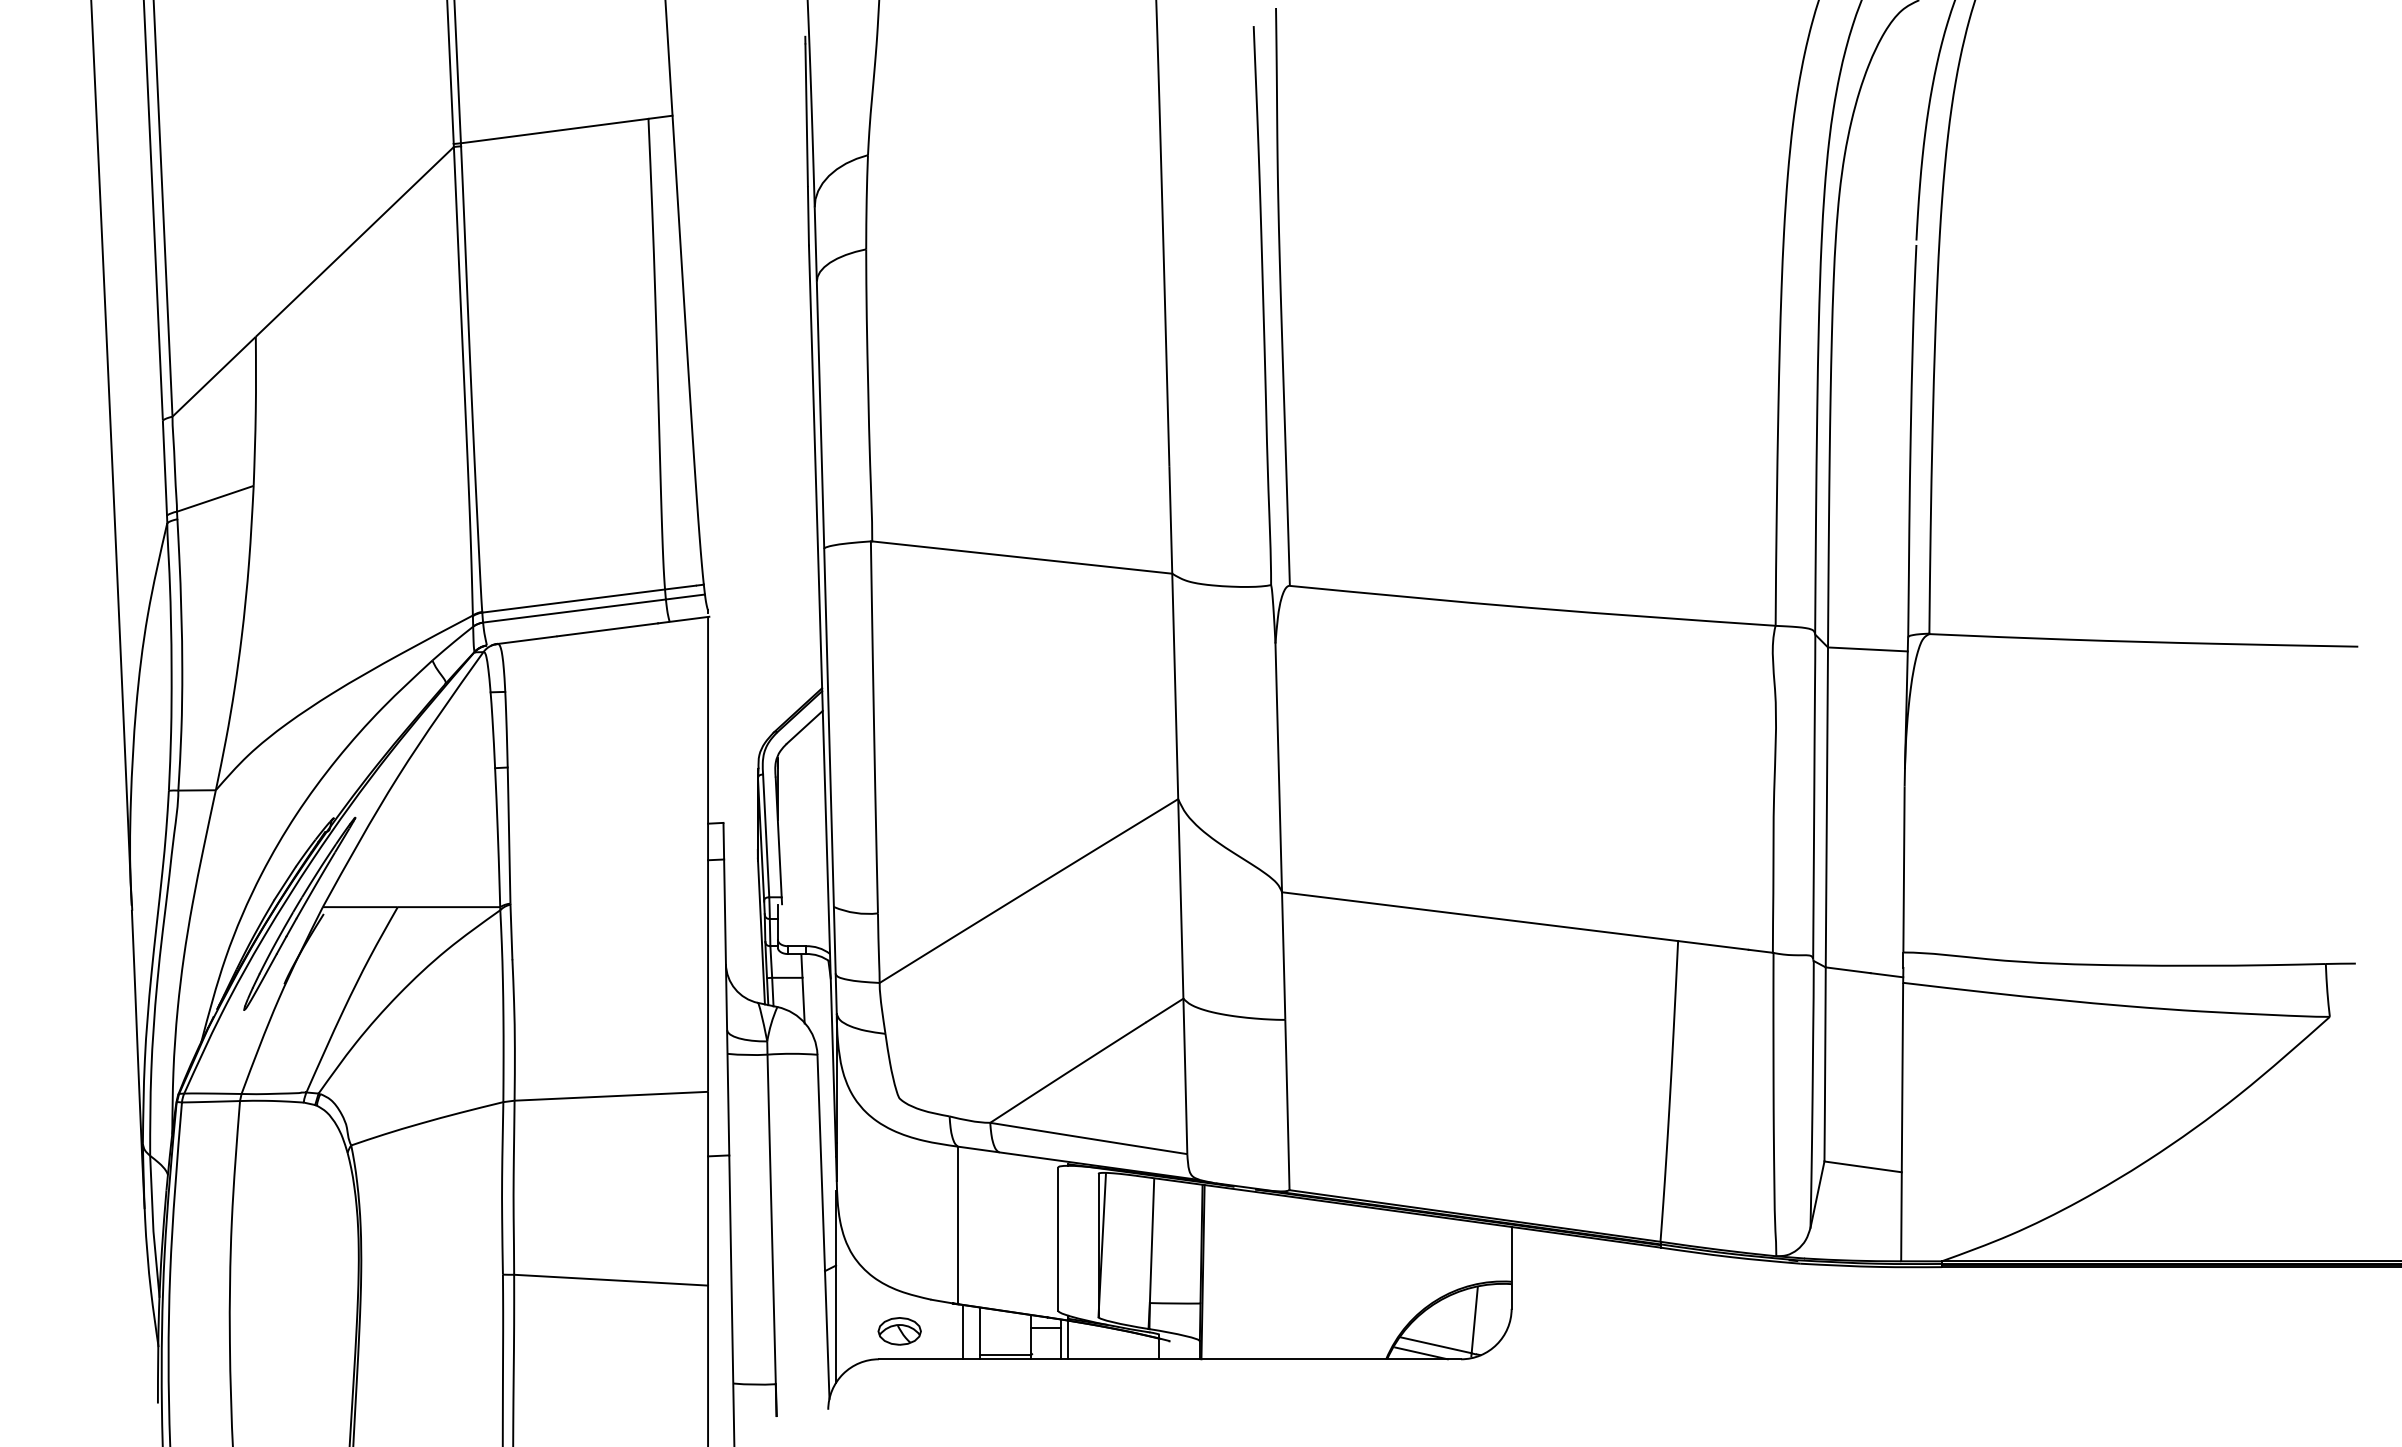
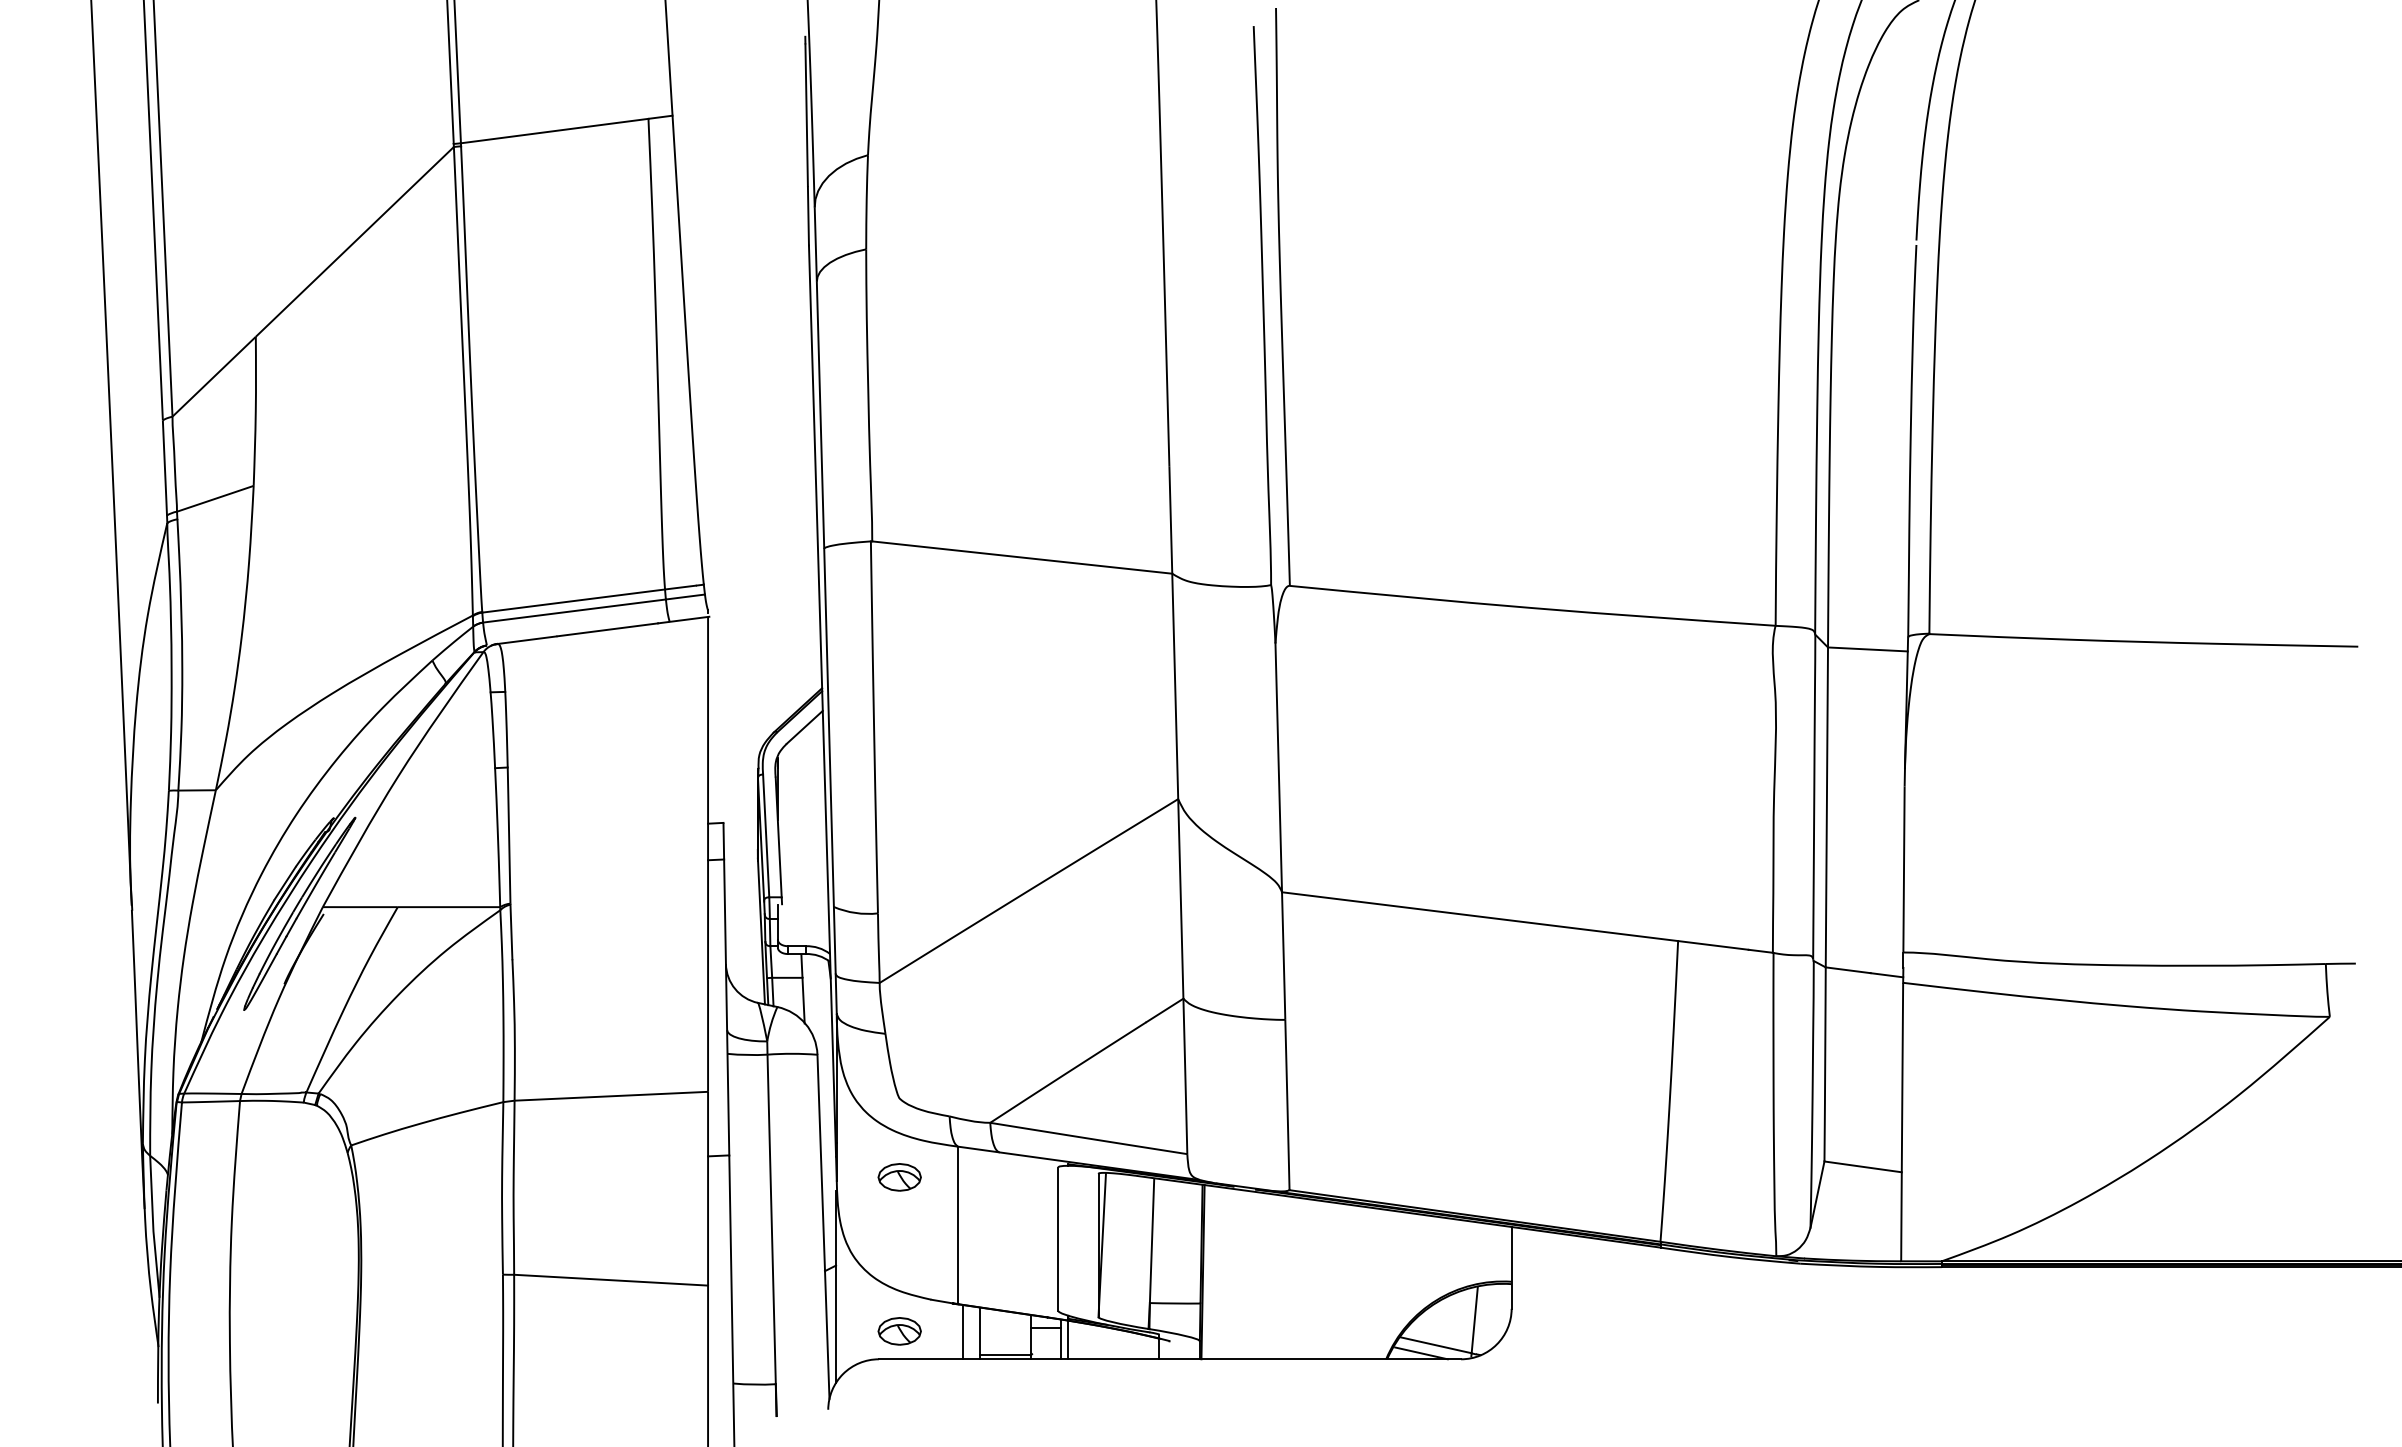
part at (899, 1177): none -> present
